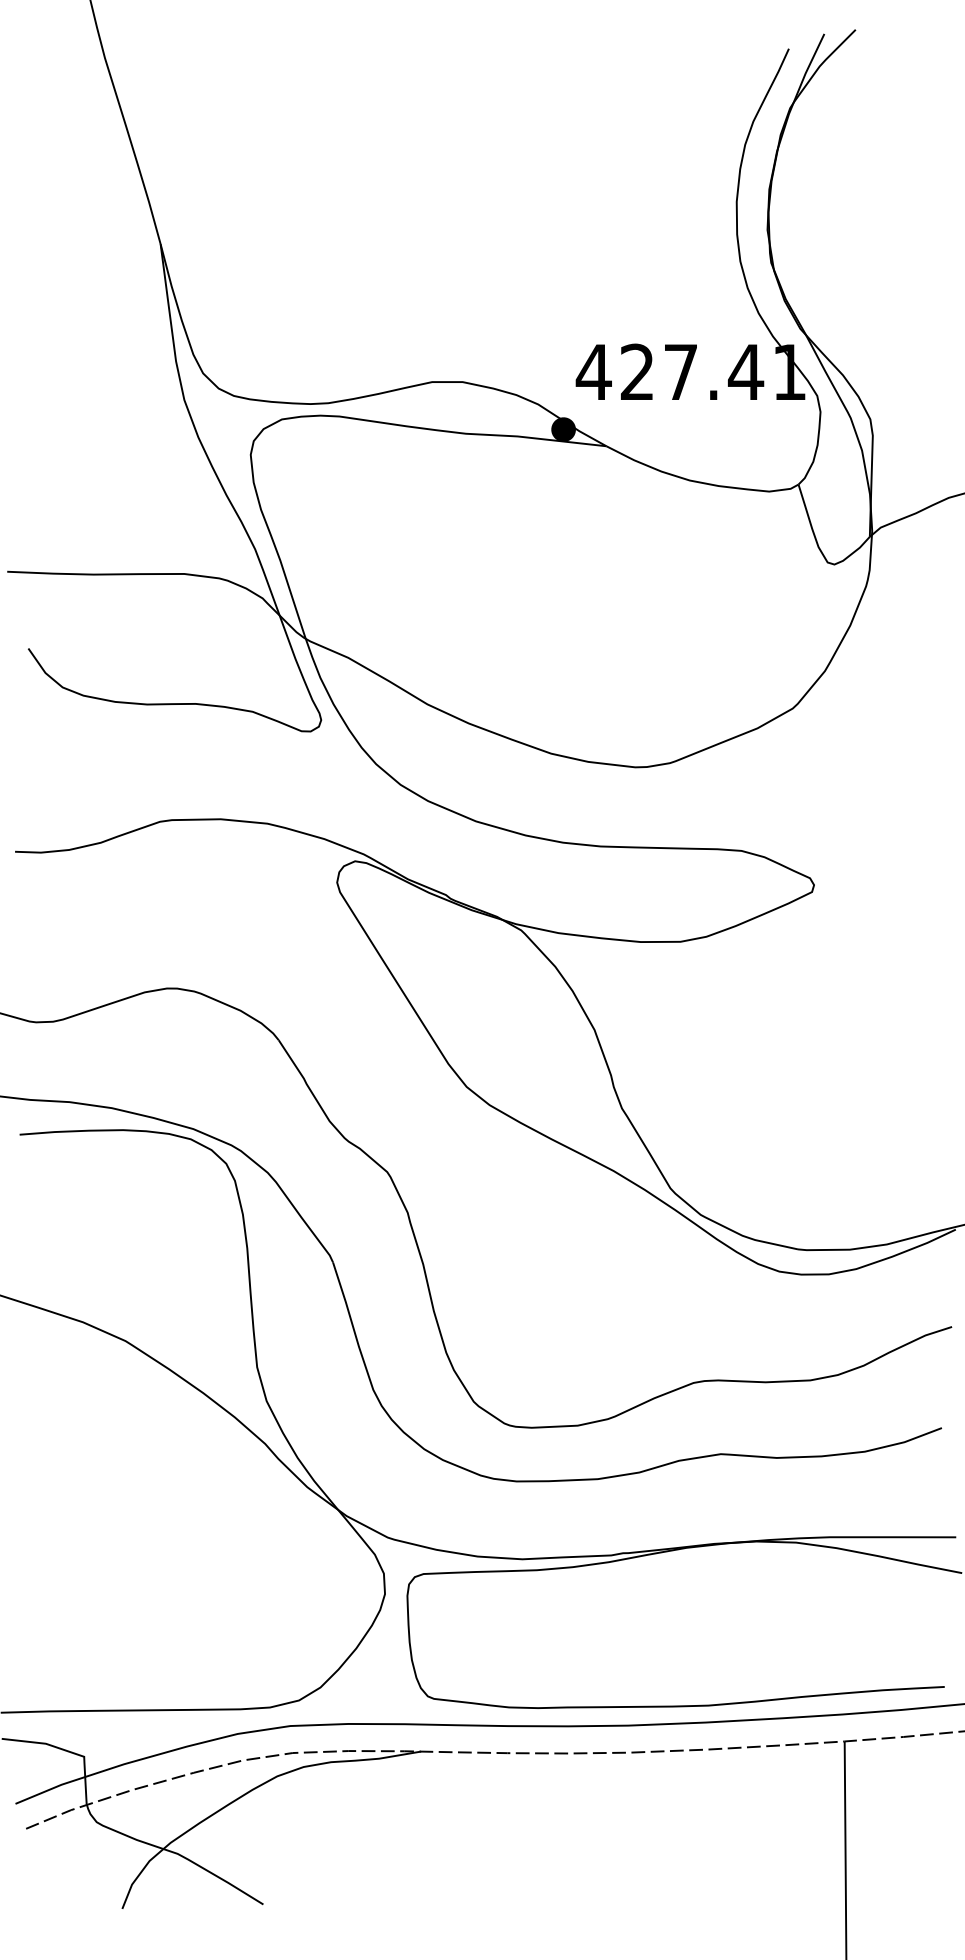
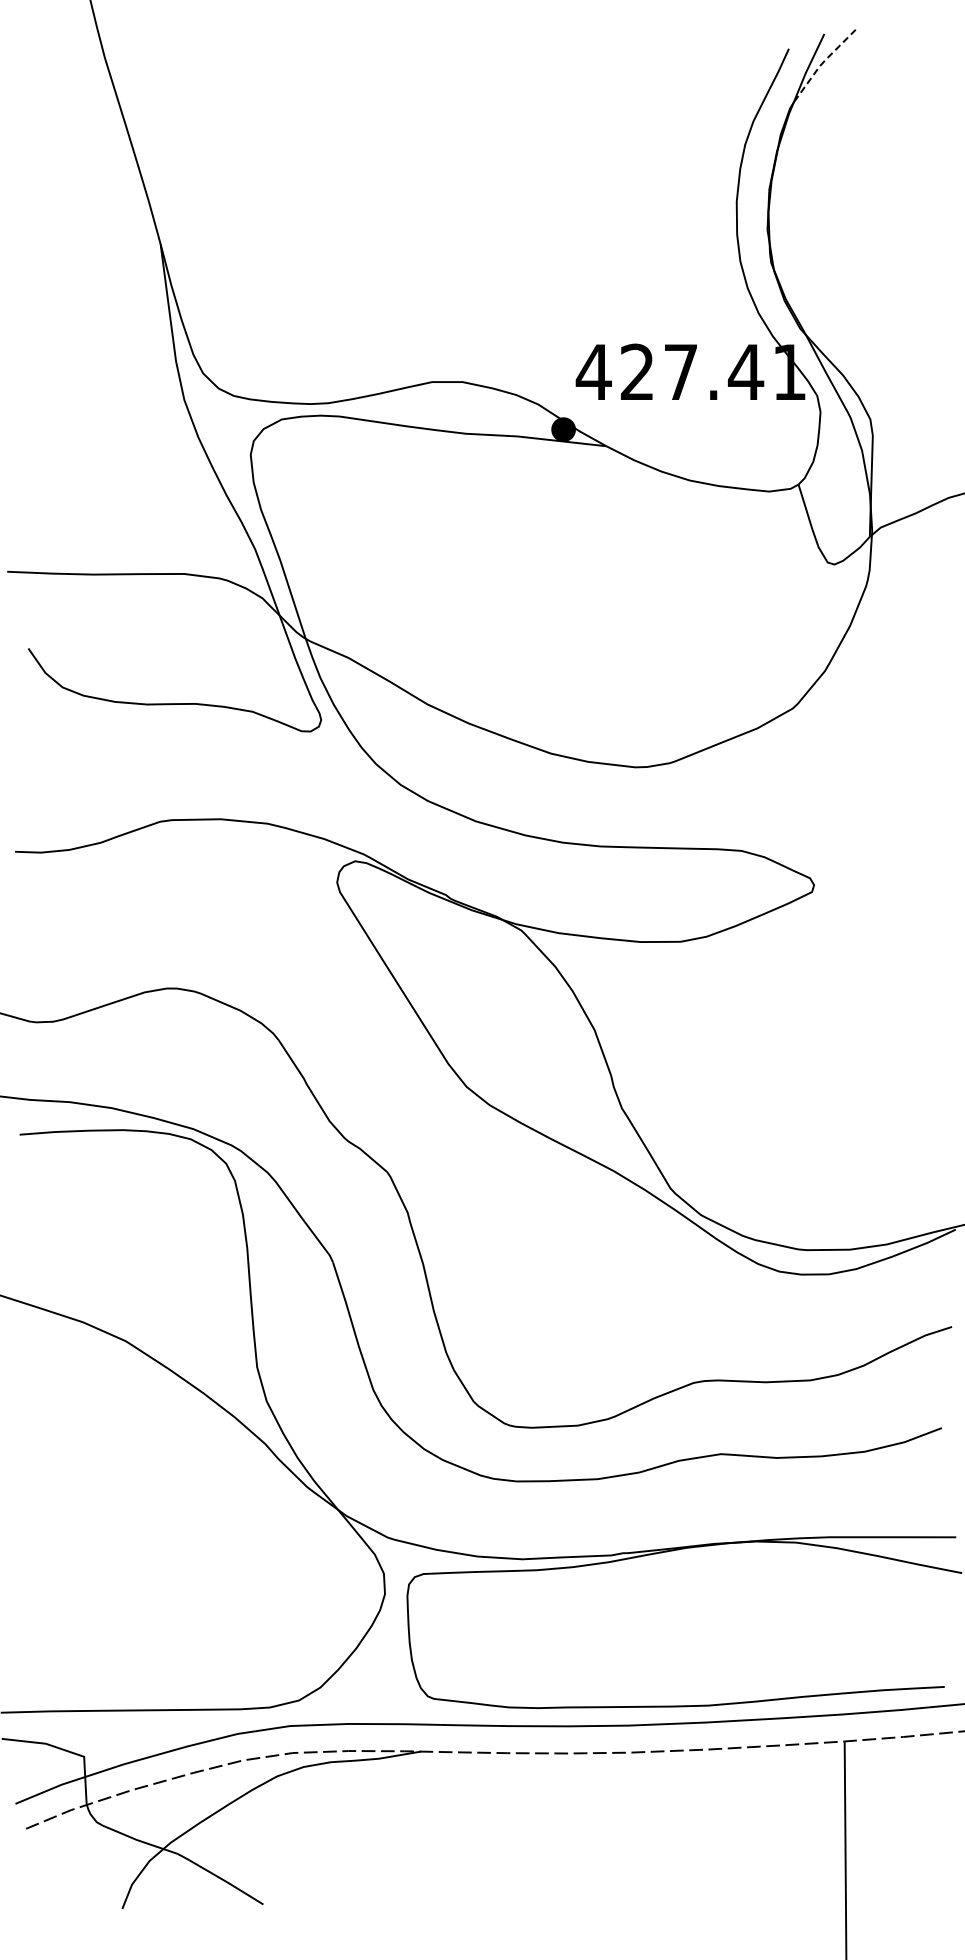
line at (822, 63): solid -> dashed
